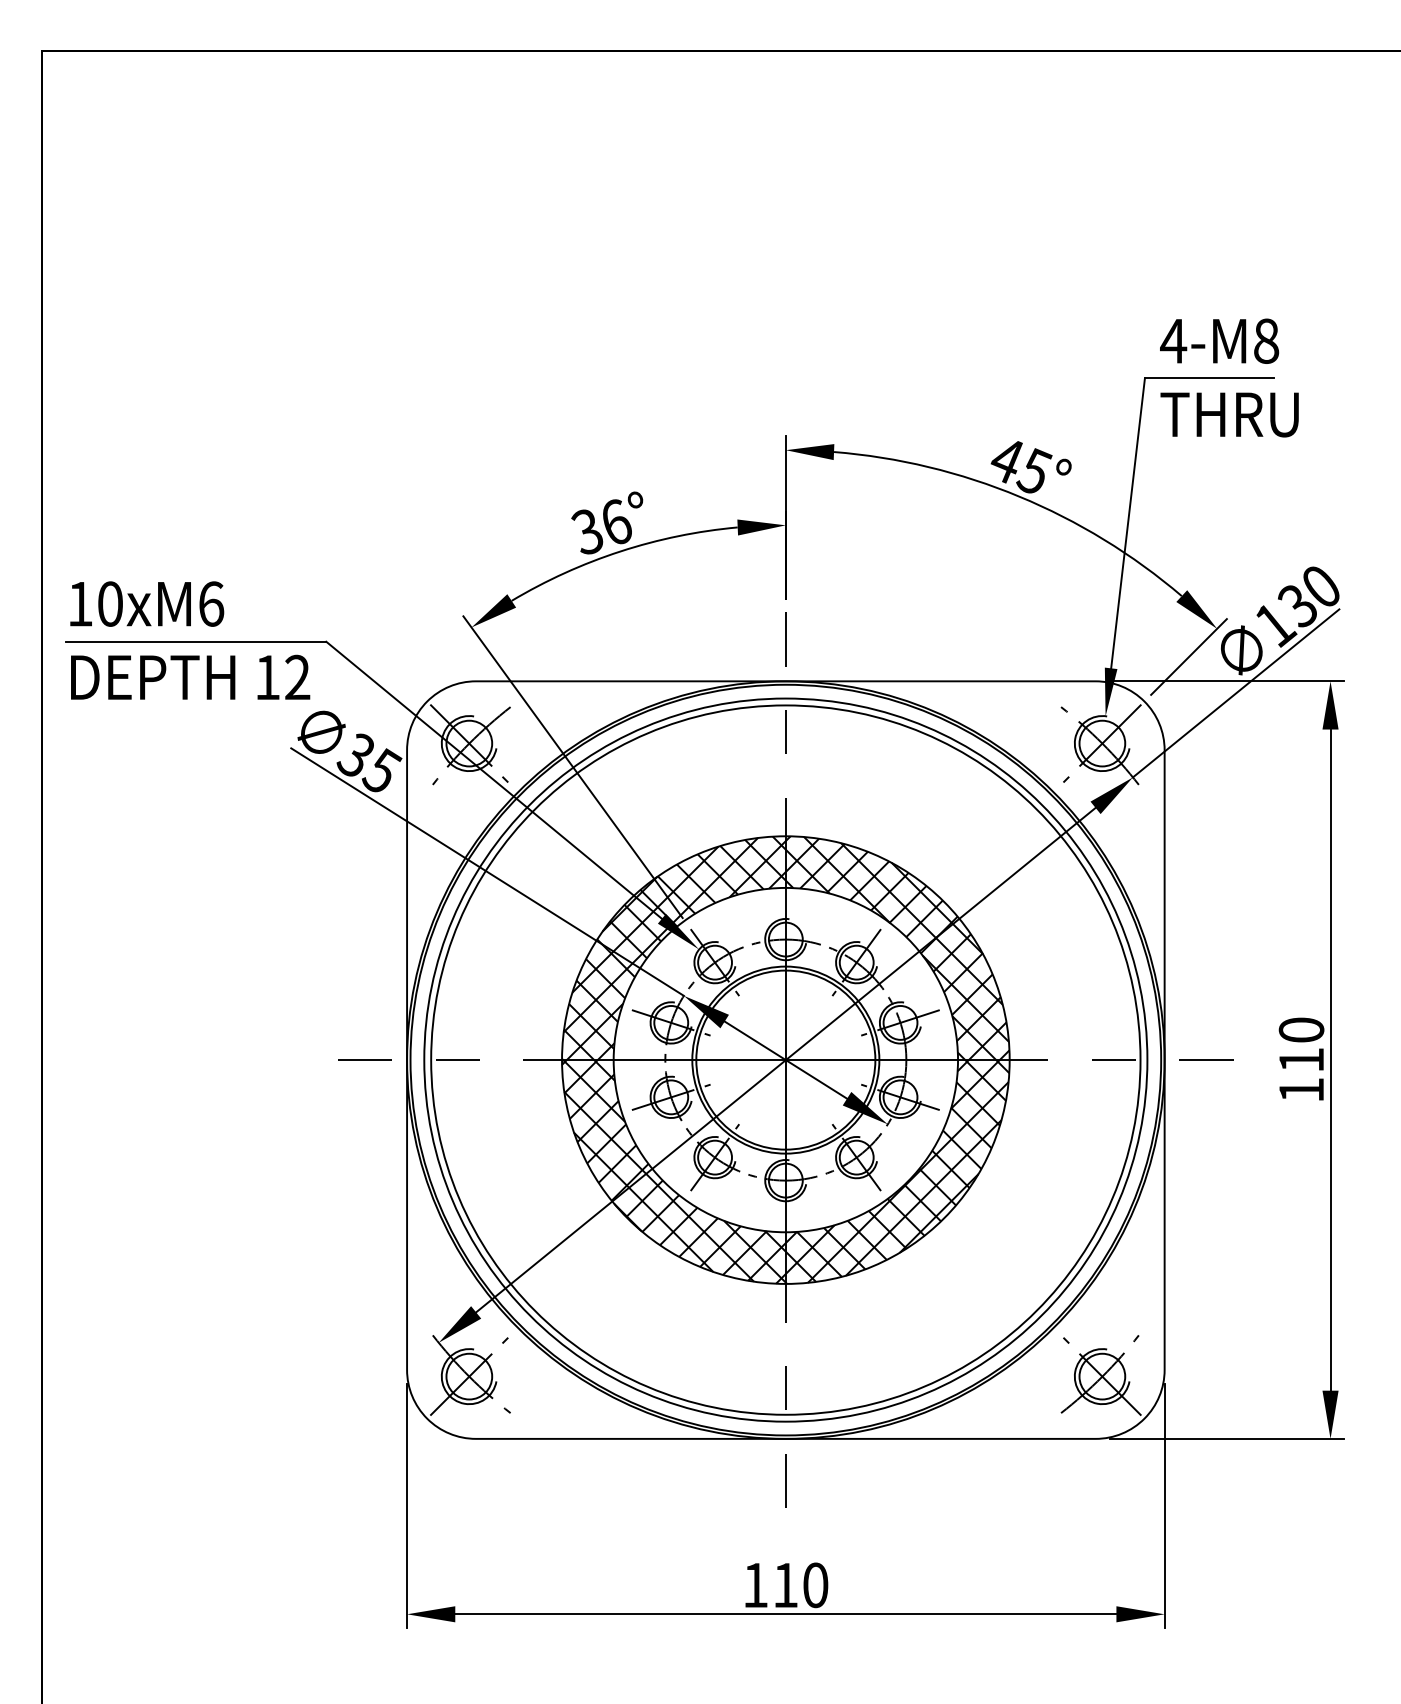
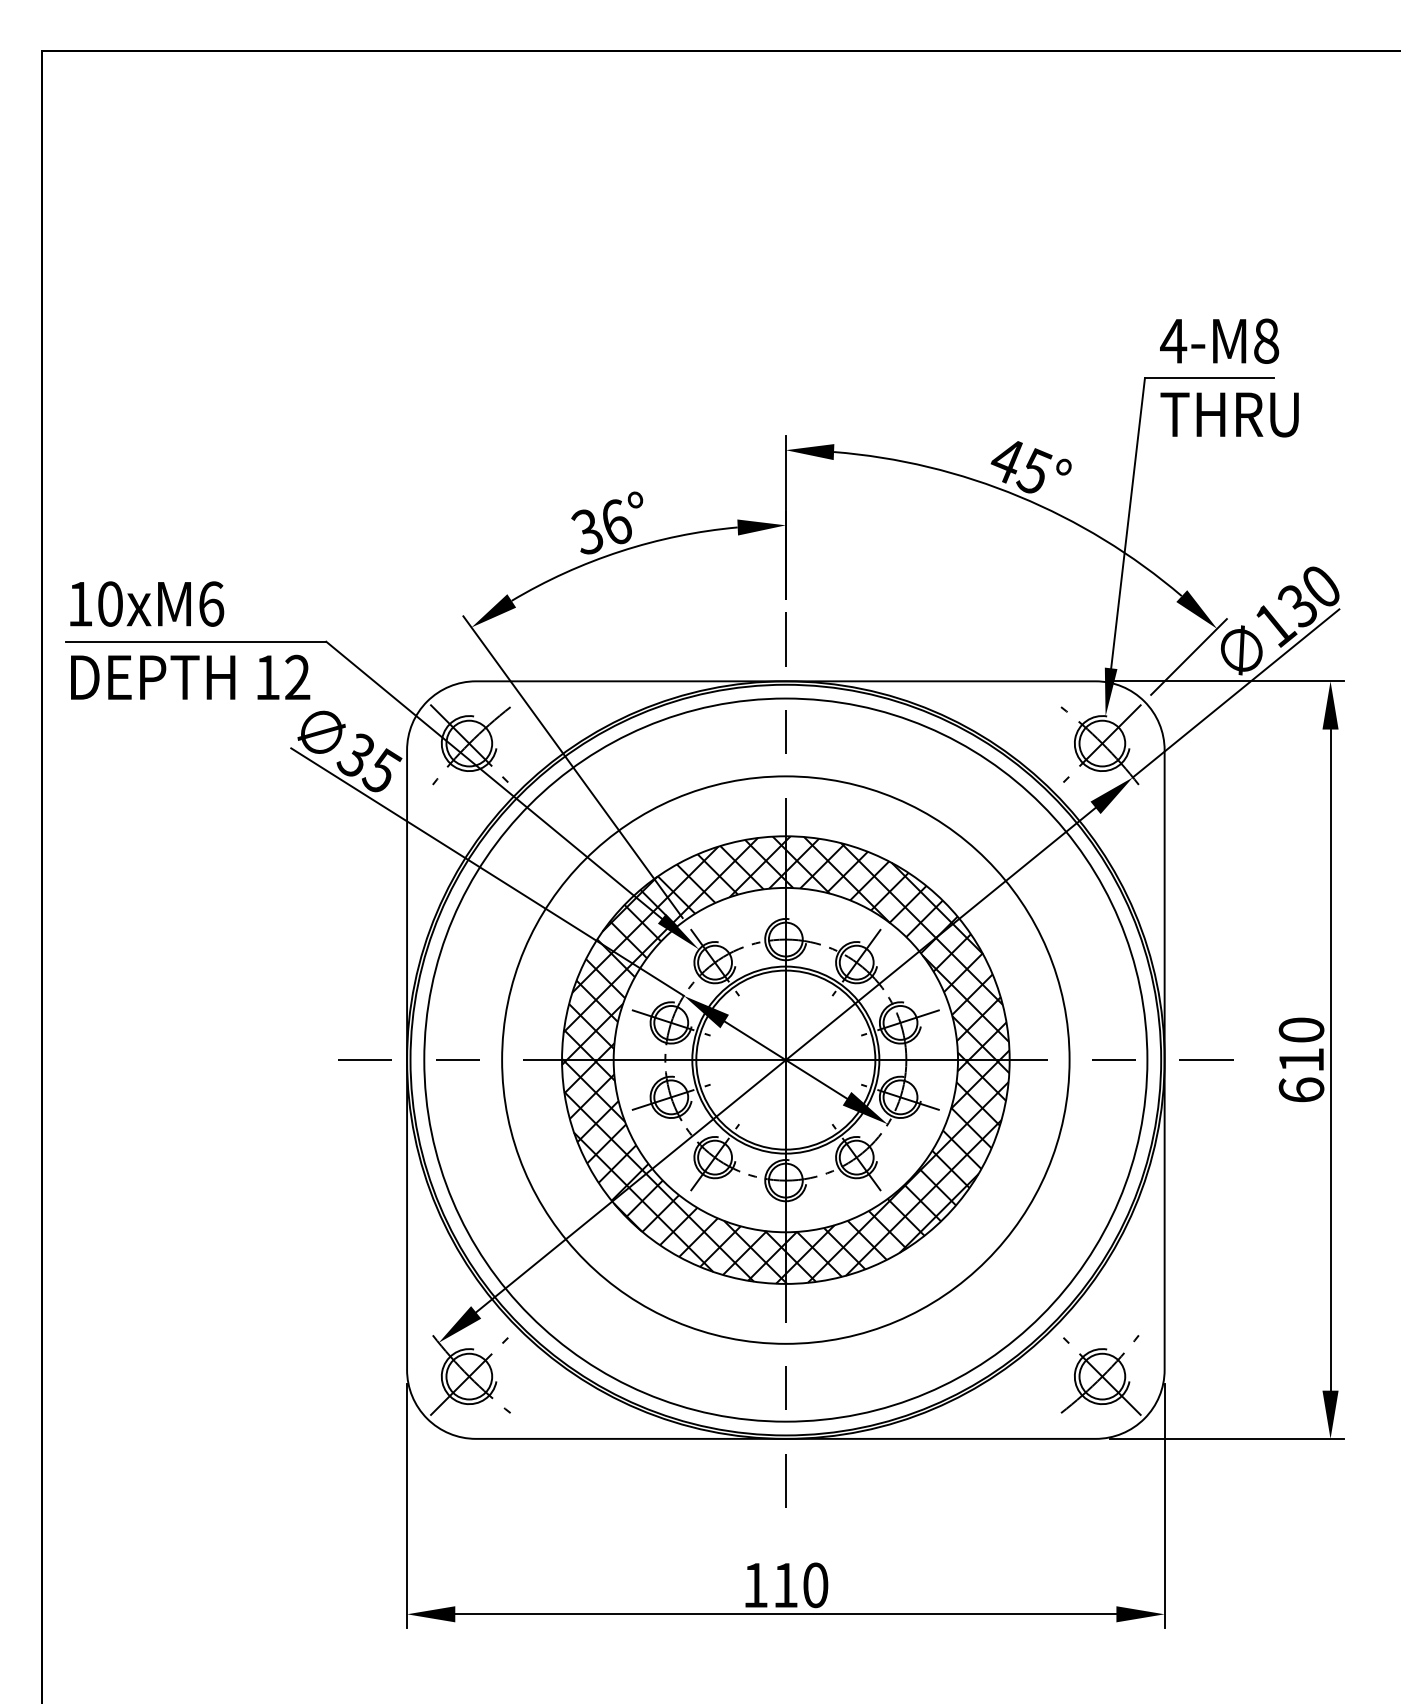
circle at (785, 1059) diameter: 709 px -> 567 px
text at (1301, 1089): 110 -> 610
